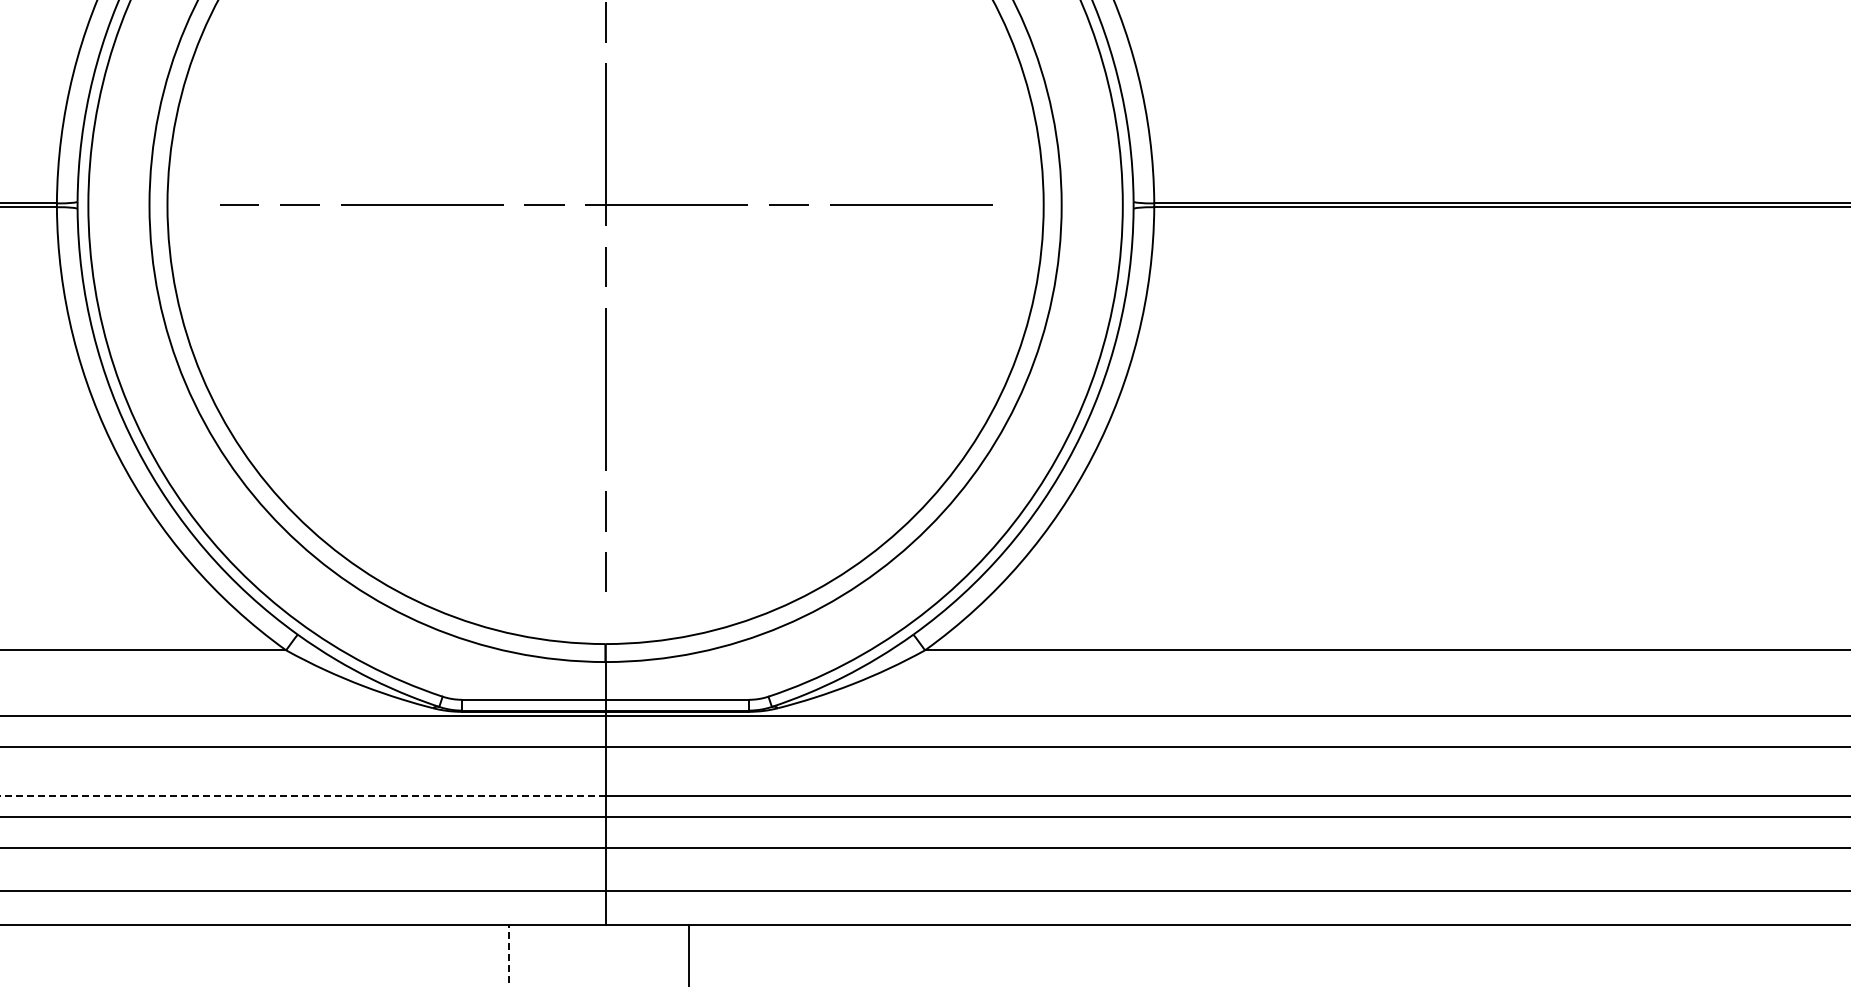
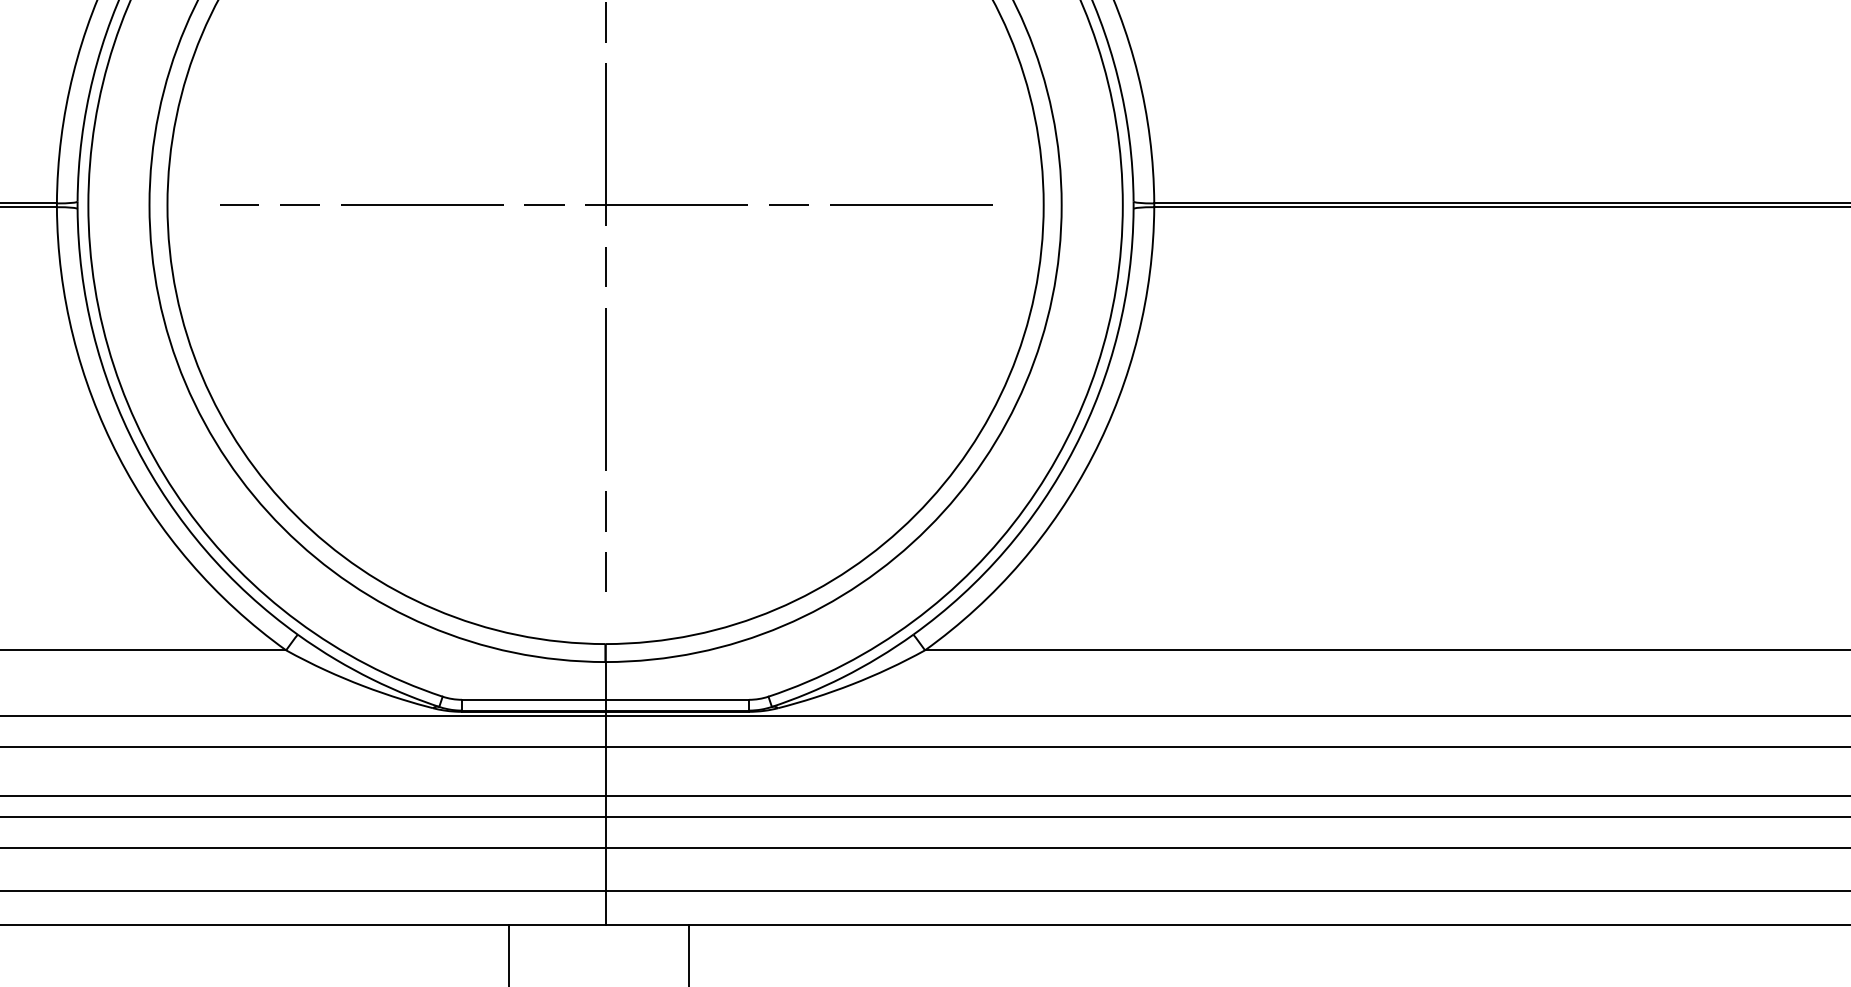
line at (302, 795): dashed -> solid
line at (508, 955): dashed -> solid
